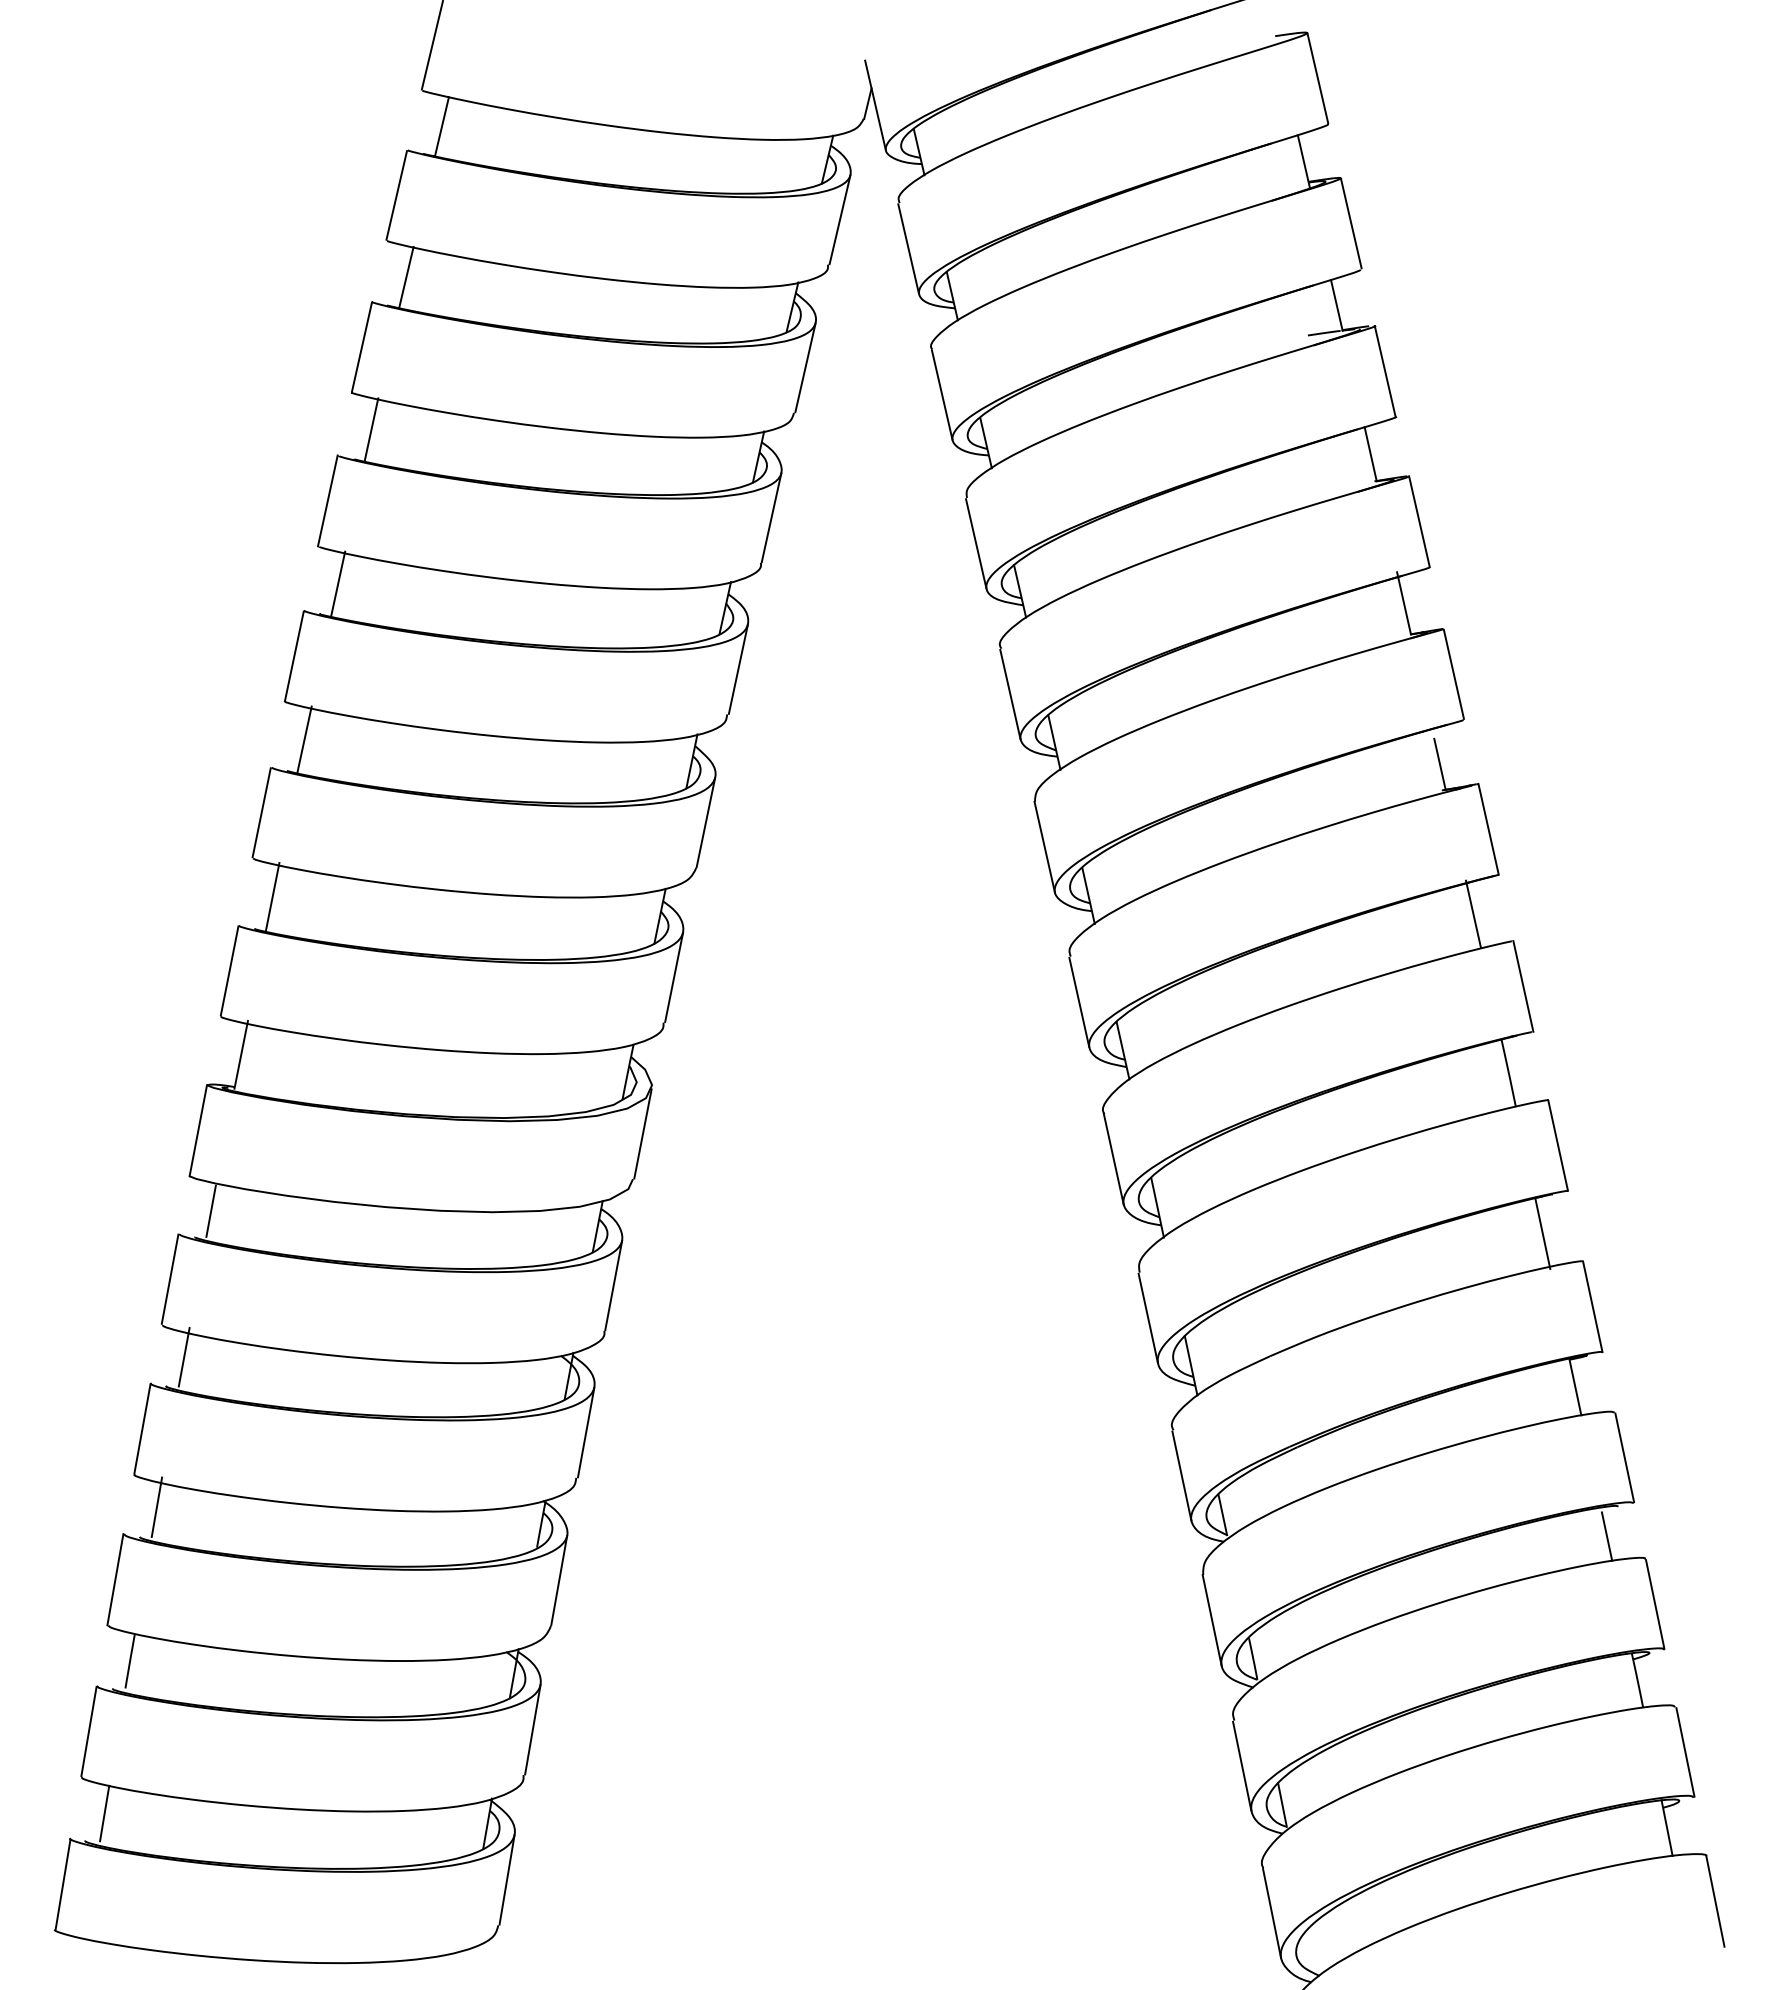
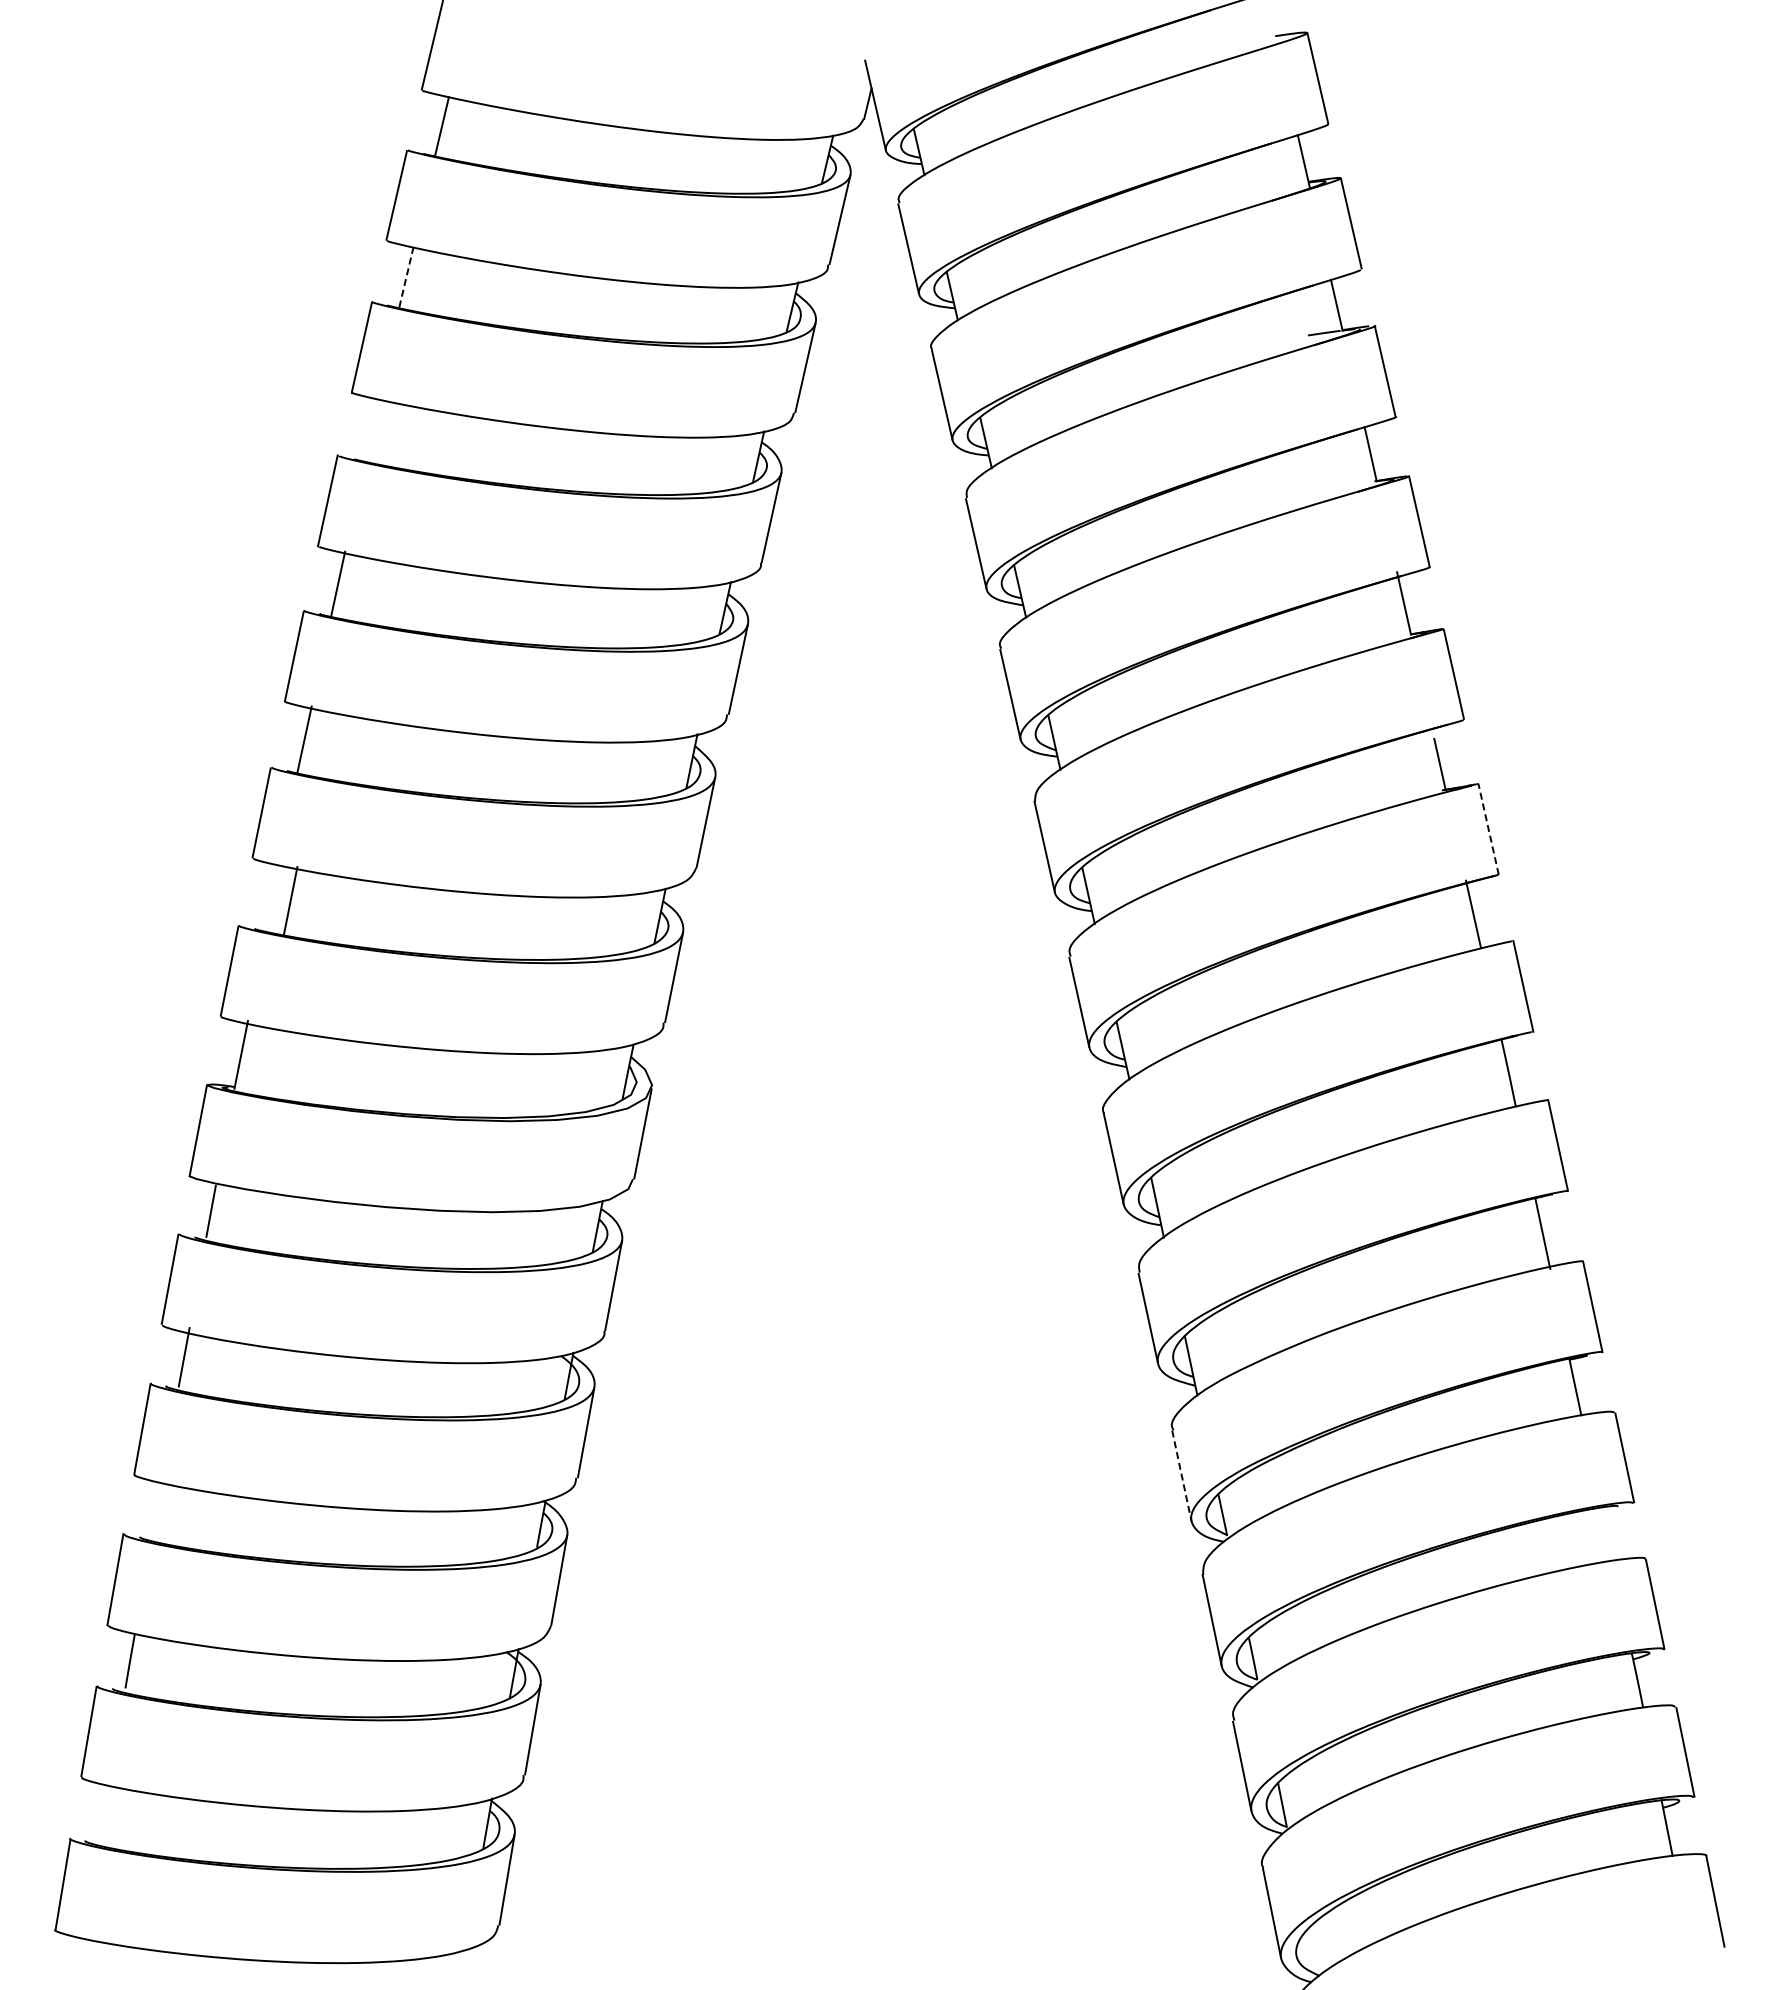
line at (406, 277): solid -> dashed
line at (371, 429): present -> none
line at (1488, 829): solid -> dashed
line at (272, 896) position: (272, 896) -> (290, 900)
line at (1181, 1475): solid -> dashed
line at (156, 1506): present -> none
line at (1606, 1536): present -> none
line at (104, 1813): present -> none
